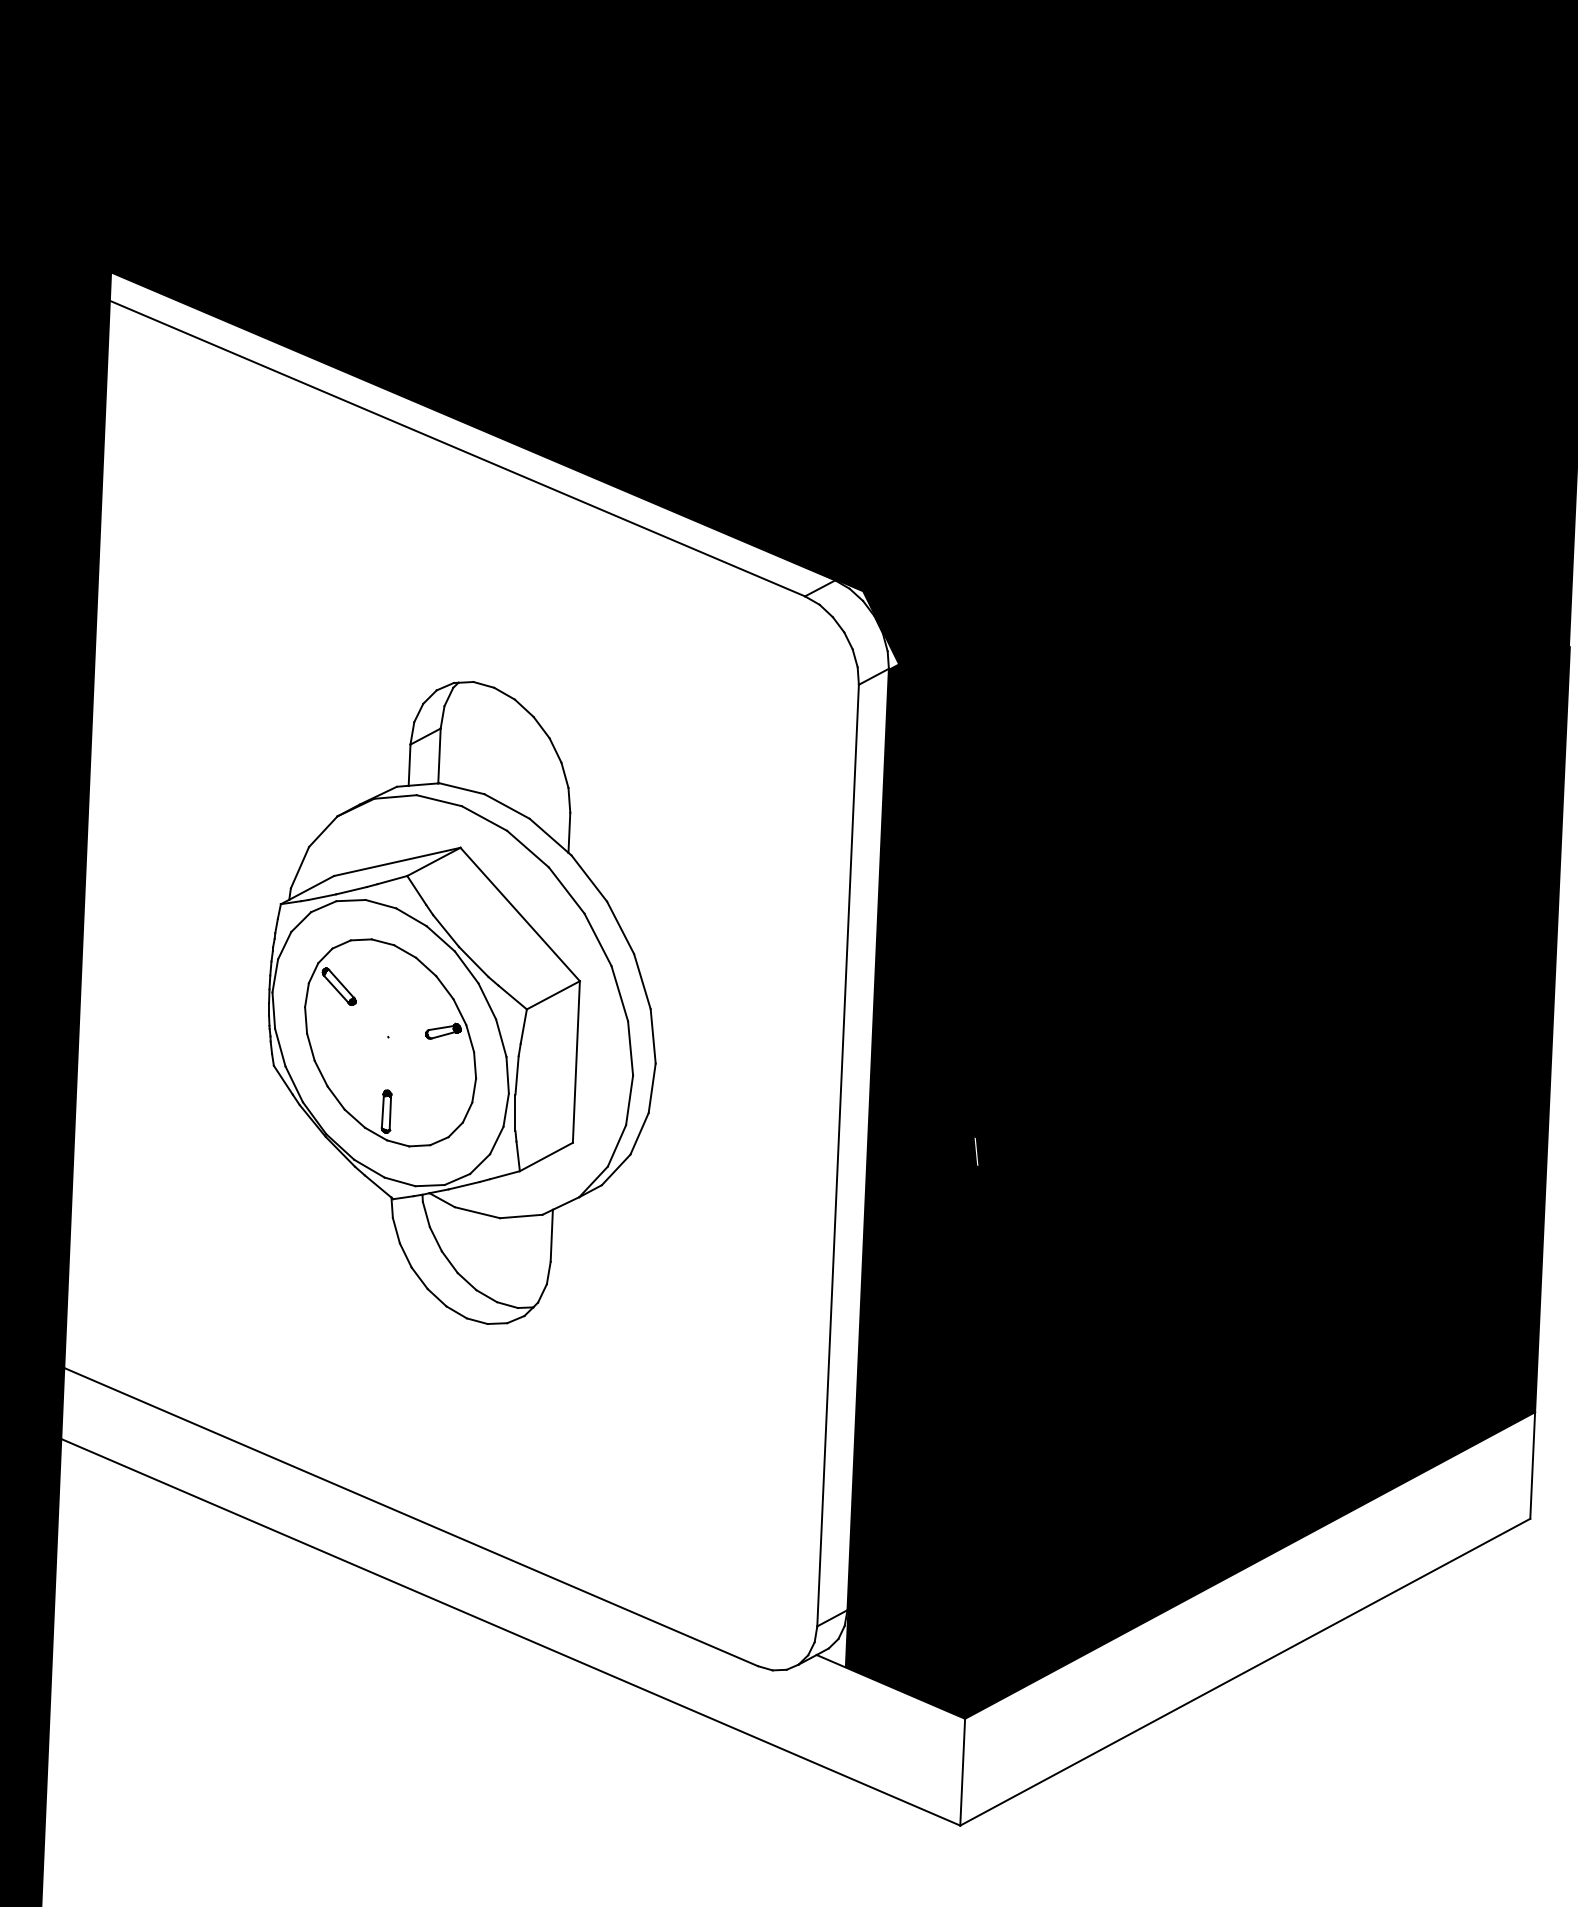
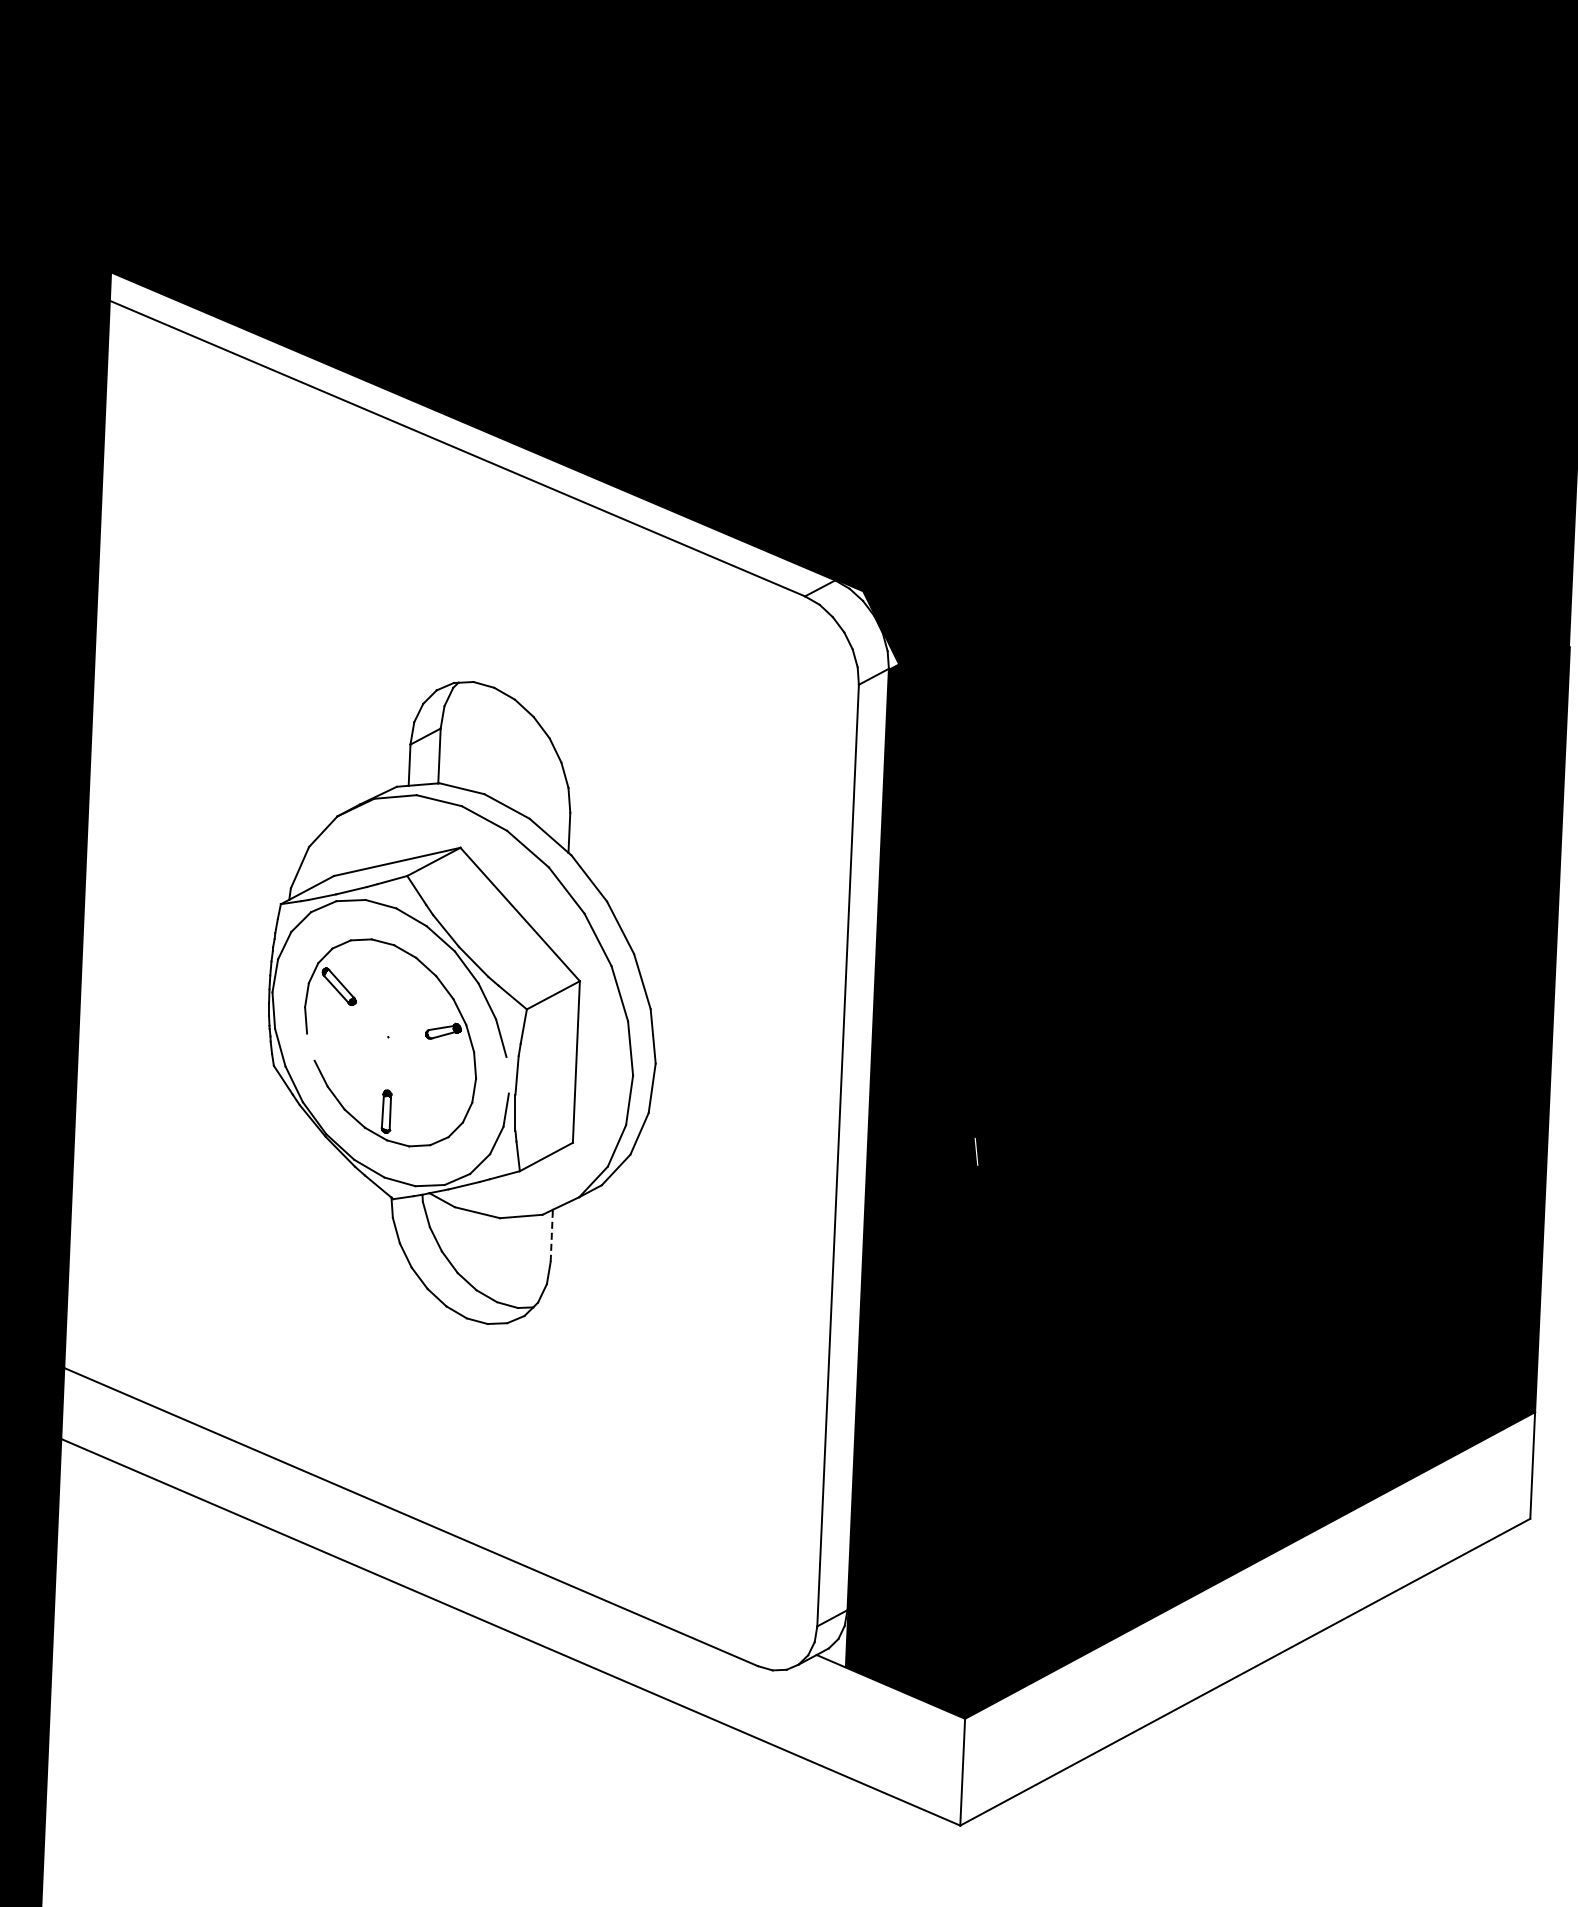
line at (310, 1046): present -> none
line at (507, 1075): present -> none
line at (551, 1235): solid -> dashed
